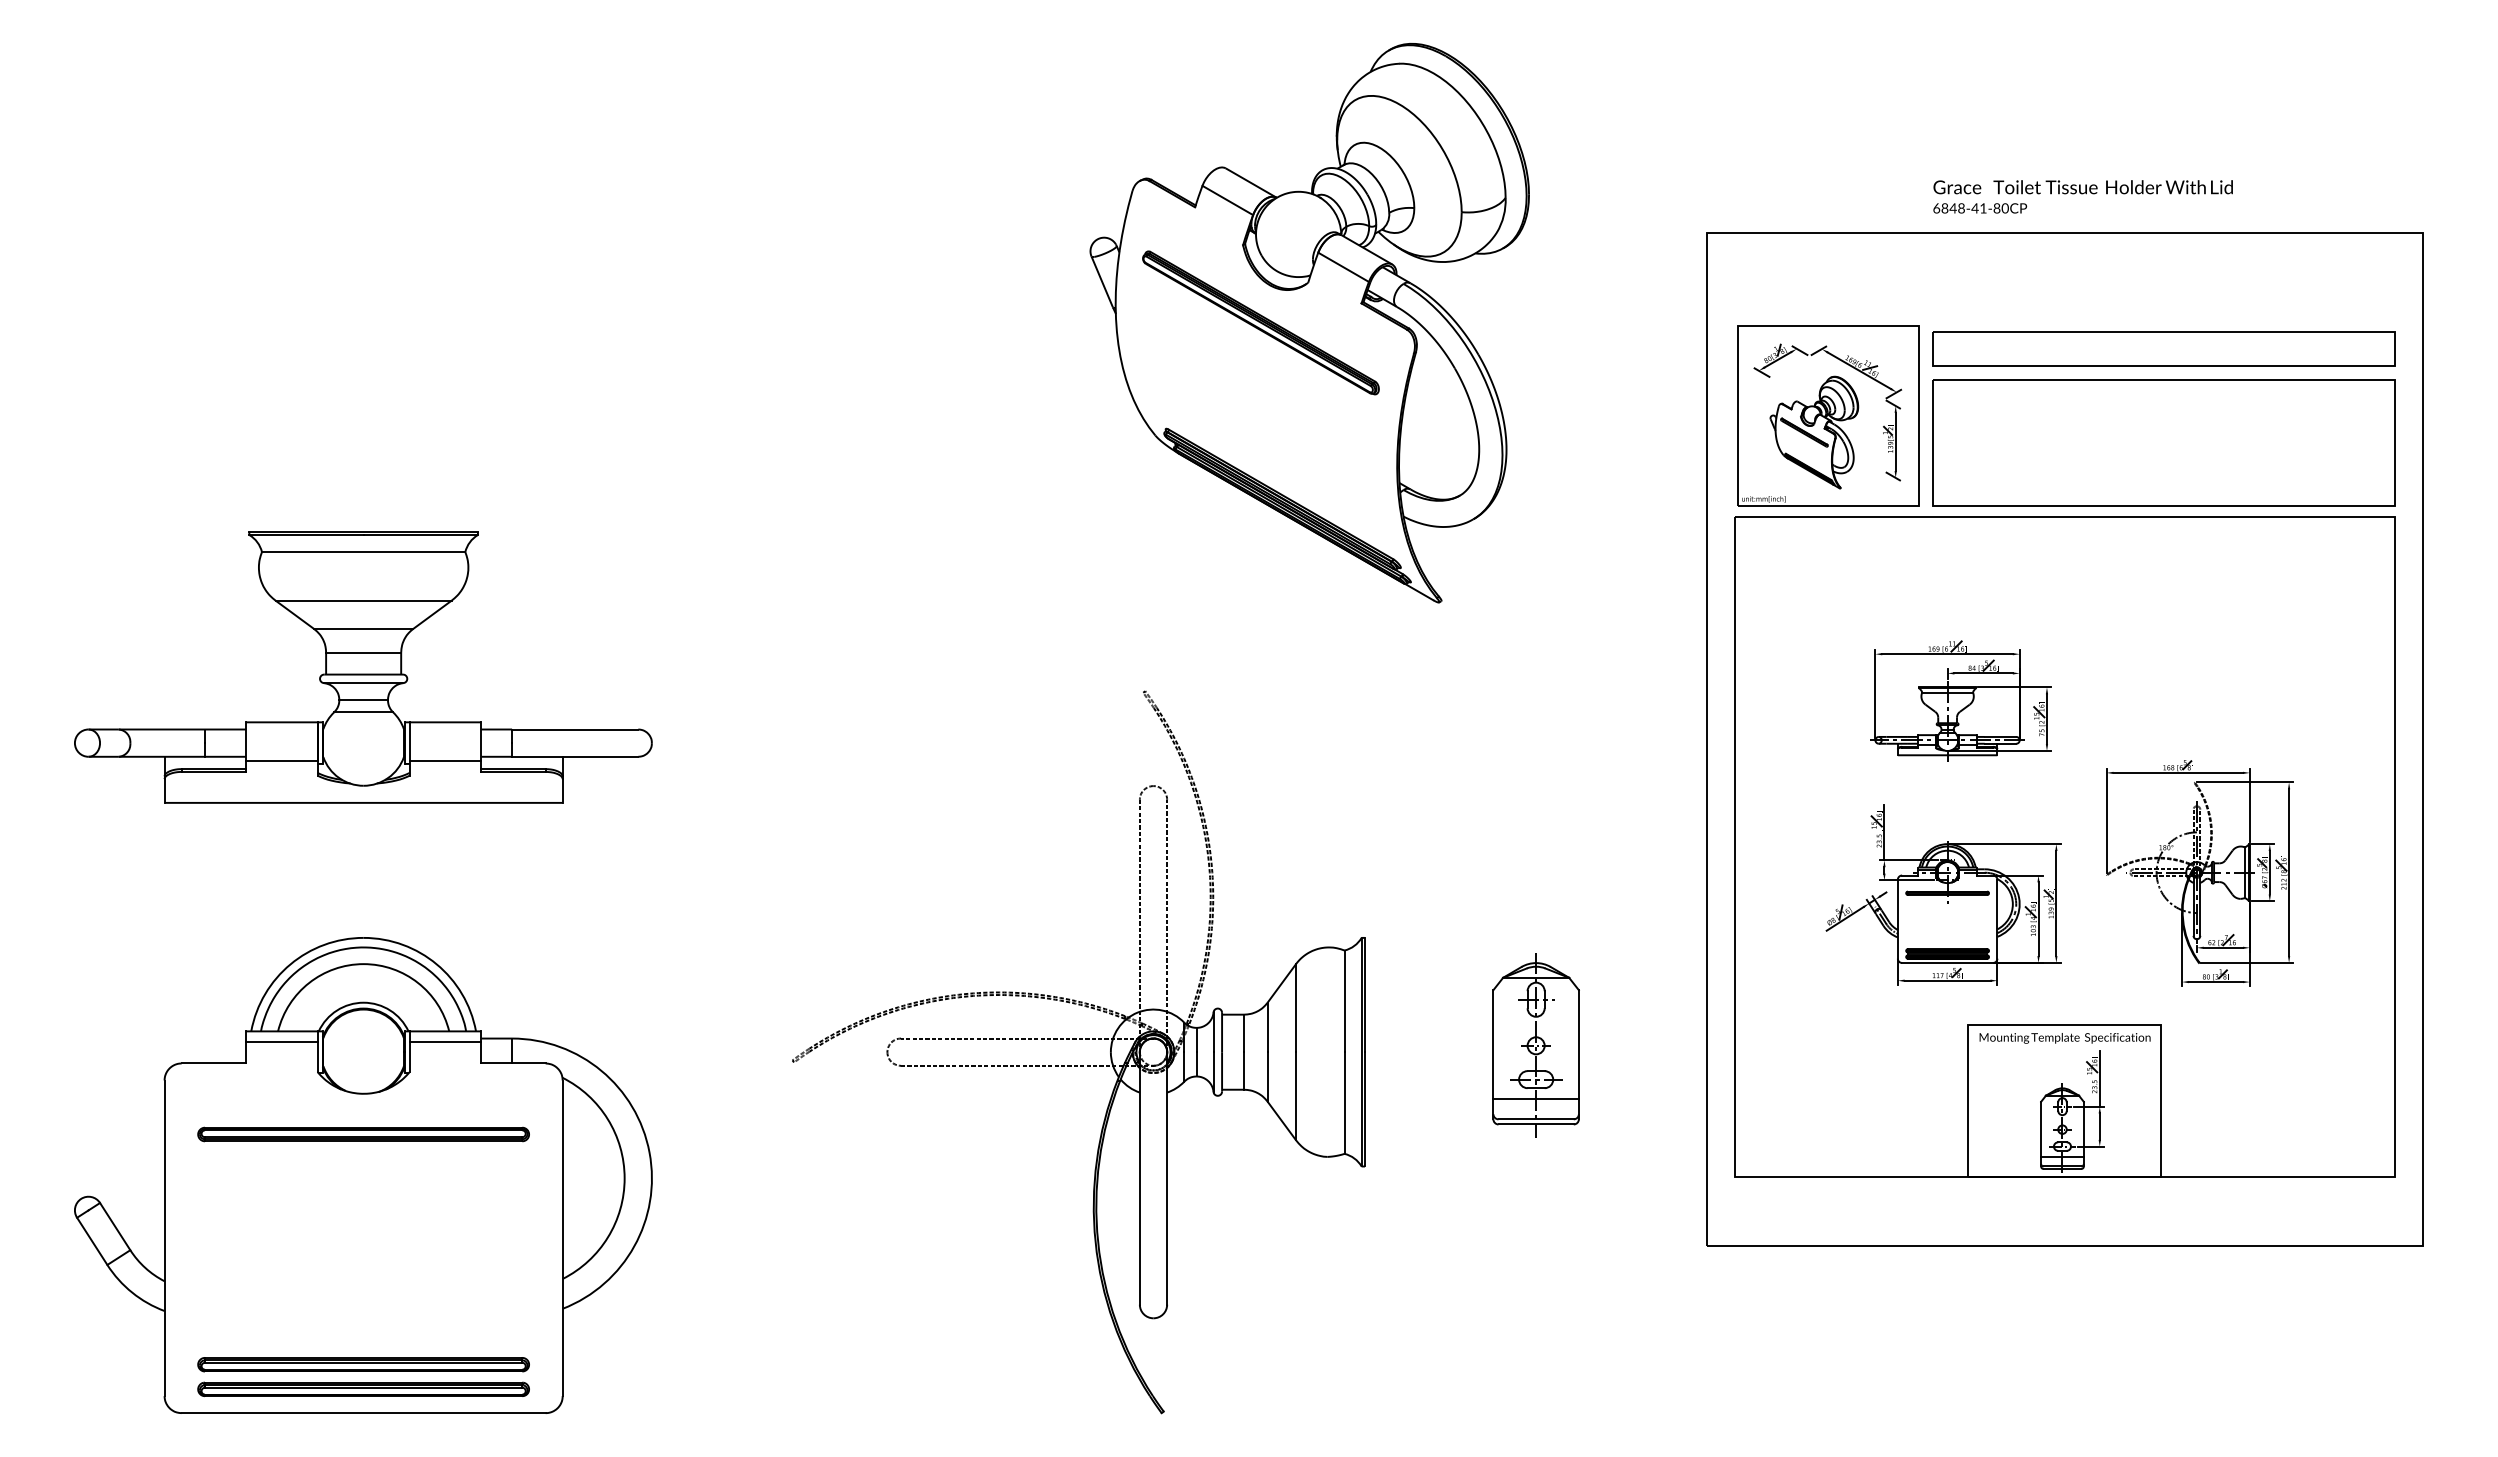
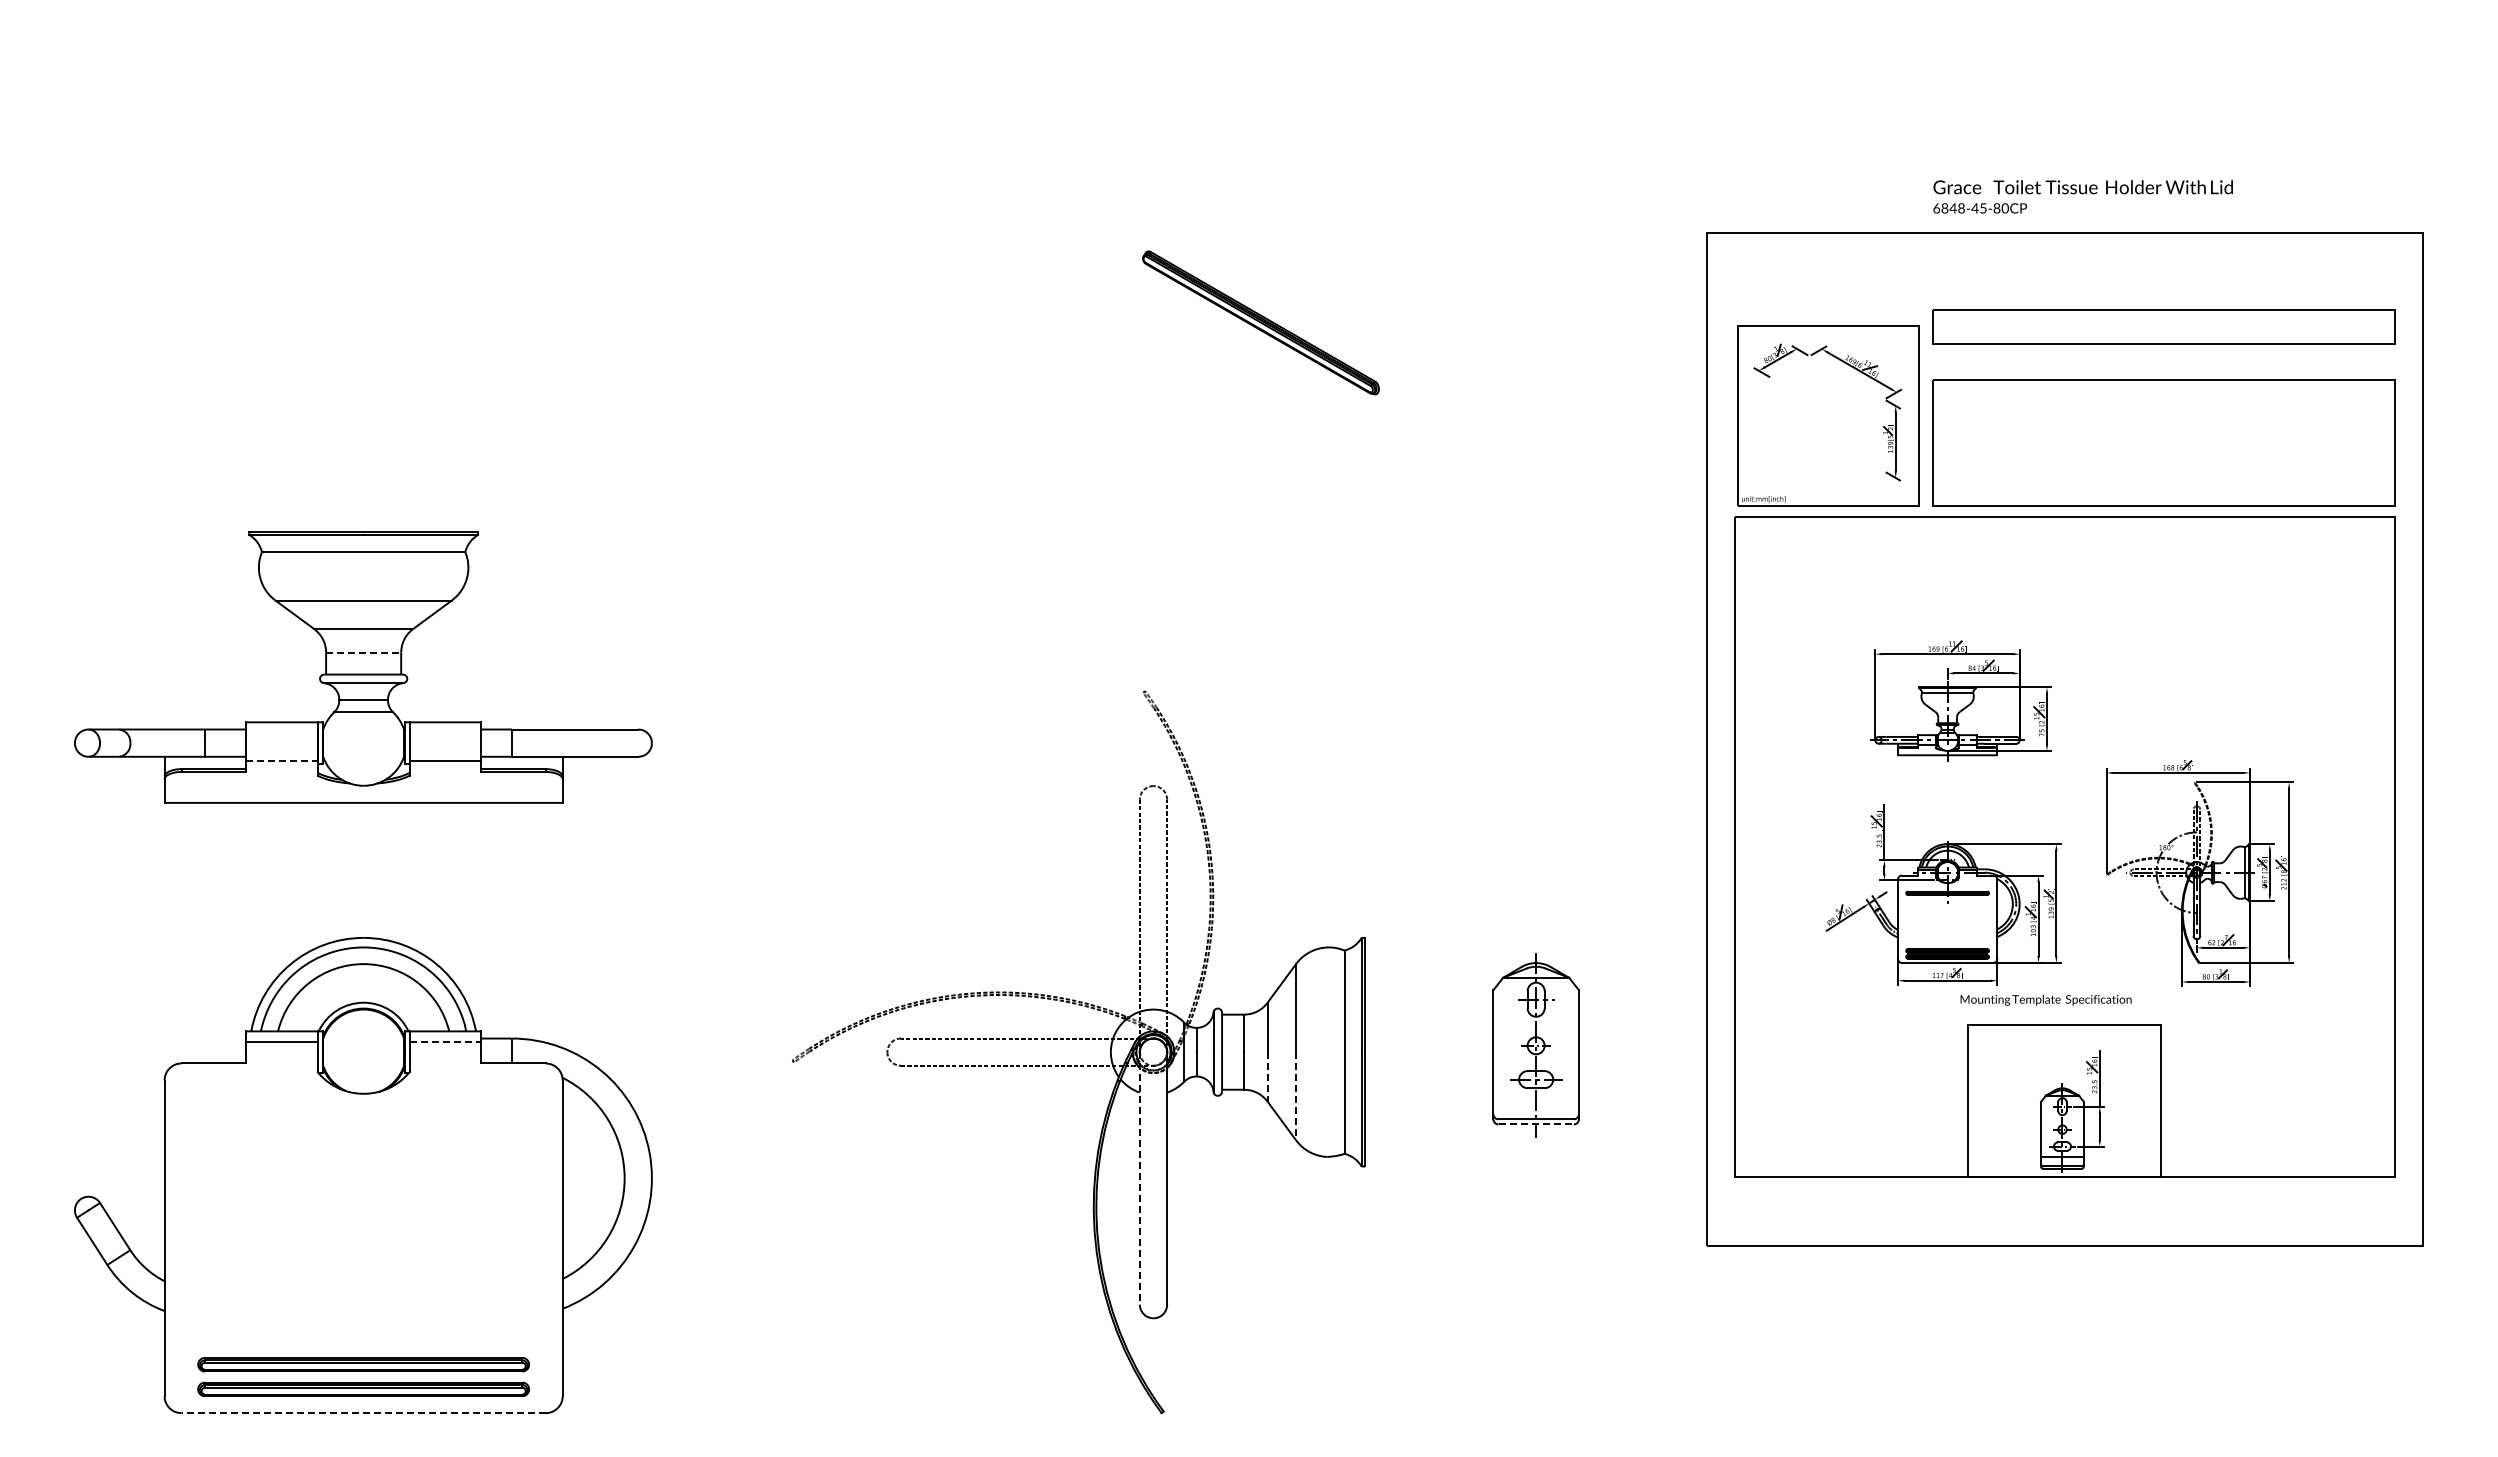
text at (1983, 208): 6848-41-80CP -> 6848-45-80CP
part at (1309, 323): present -> none
part at (2163, 348) position: (2163, 348) -> (2163, 326)
part at (1814, 432): present -> none
line at (363, 652): solid -> dashed
line at (281, 761): solid -> dashed
text at (2064, 1038) position: (2064, 1038) -> (2045, 1000)
line at (445, 1042): solid -> dashed
line at (1267, 1076): solid -> dashed
line at (1296, 1096): solid -> dashed
line at (1535, 1099): present -> none
line at (1536, 1124): solid -> dashed
part at (363, 1134): present -> none
line at (1139, 1178): solid -> dashed
line at (363, 1413): solid -> dashed
